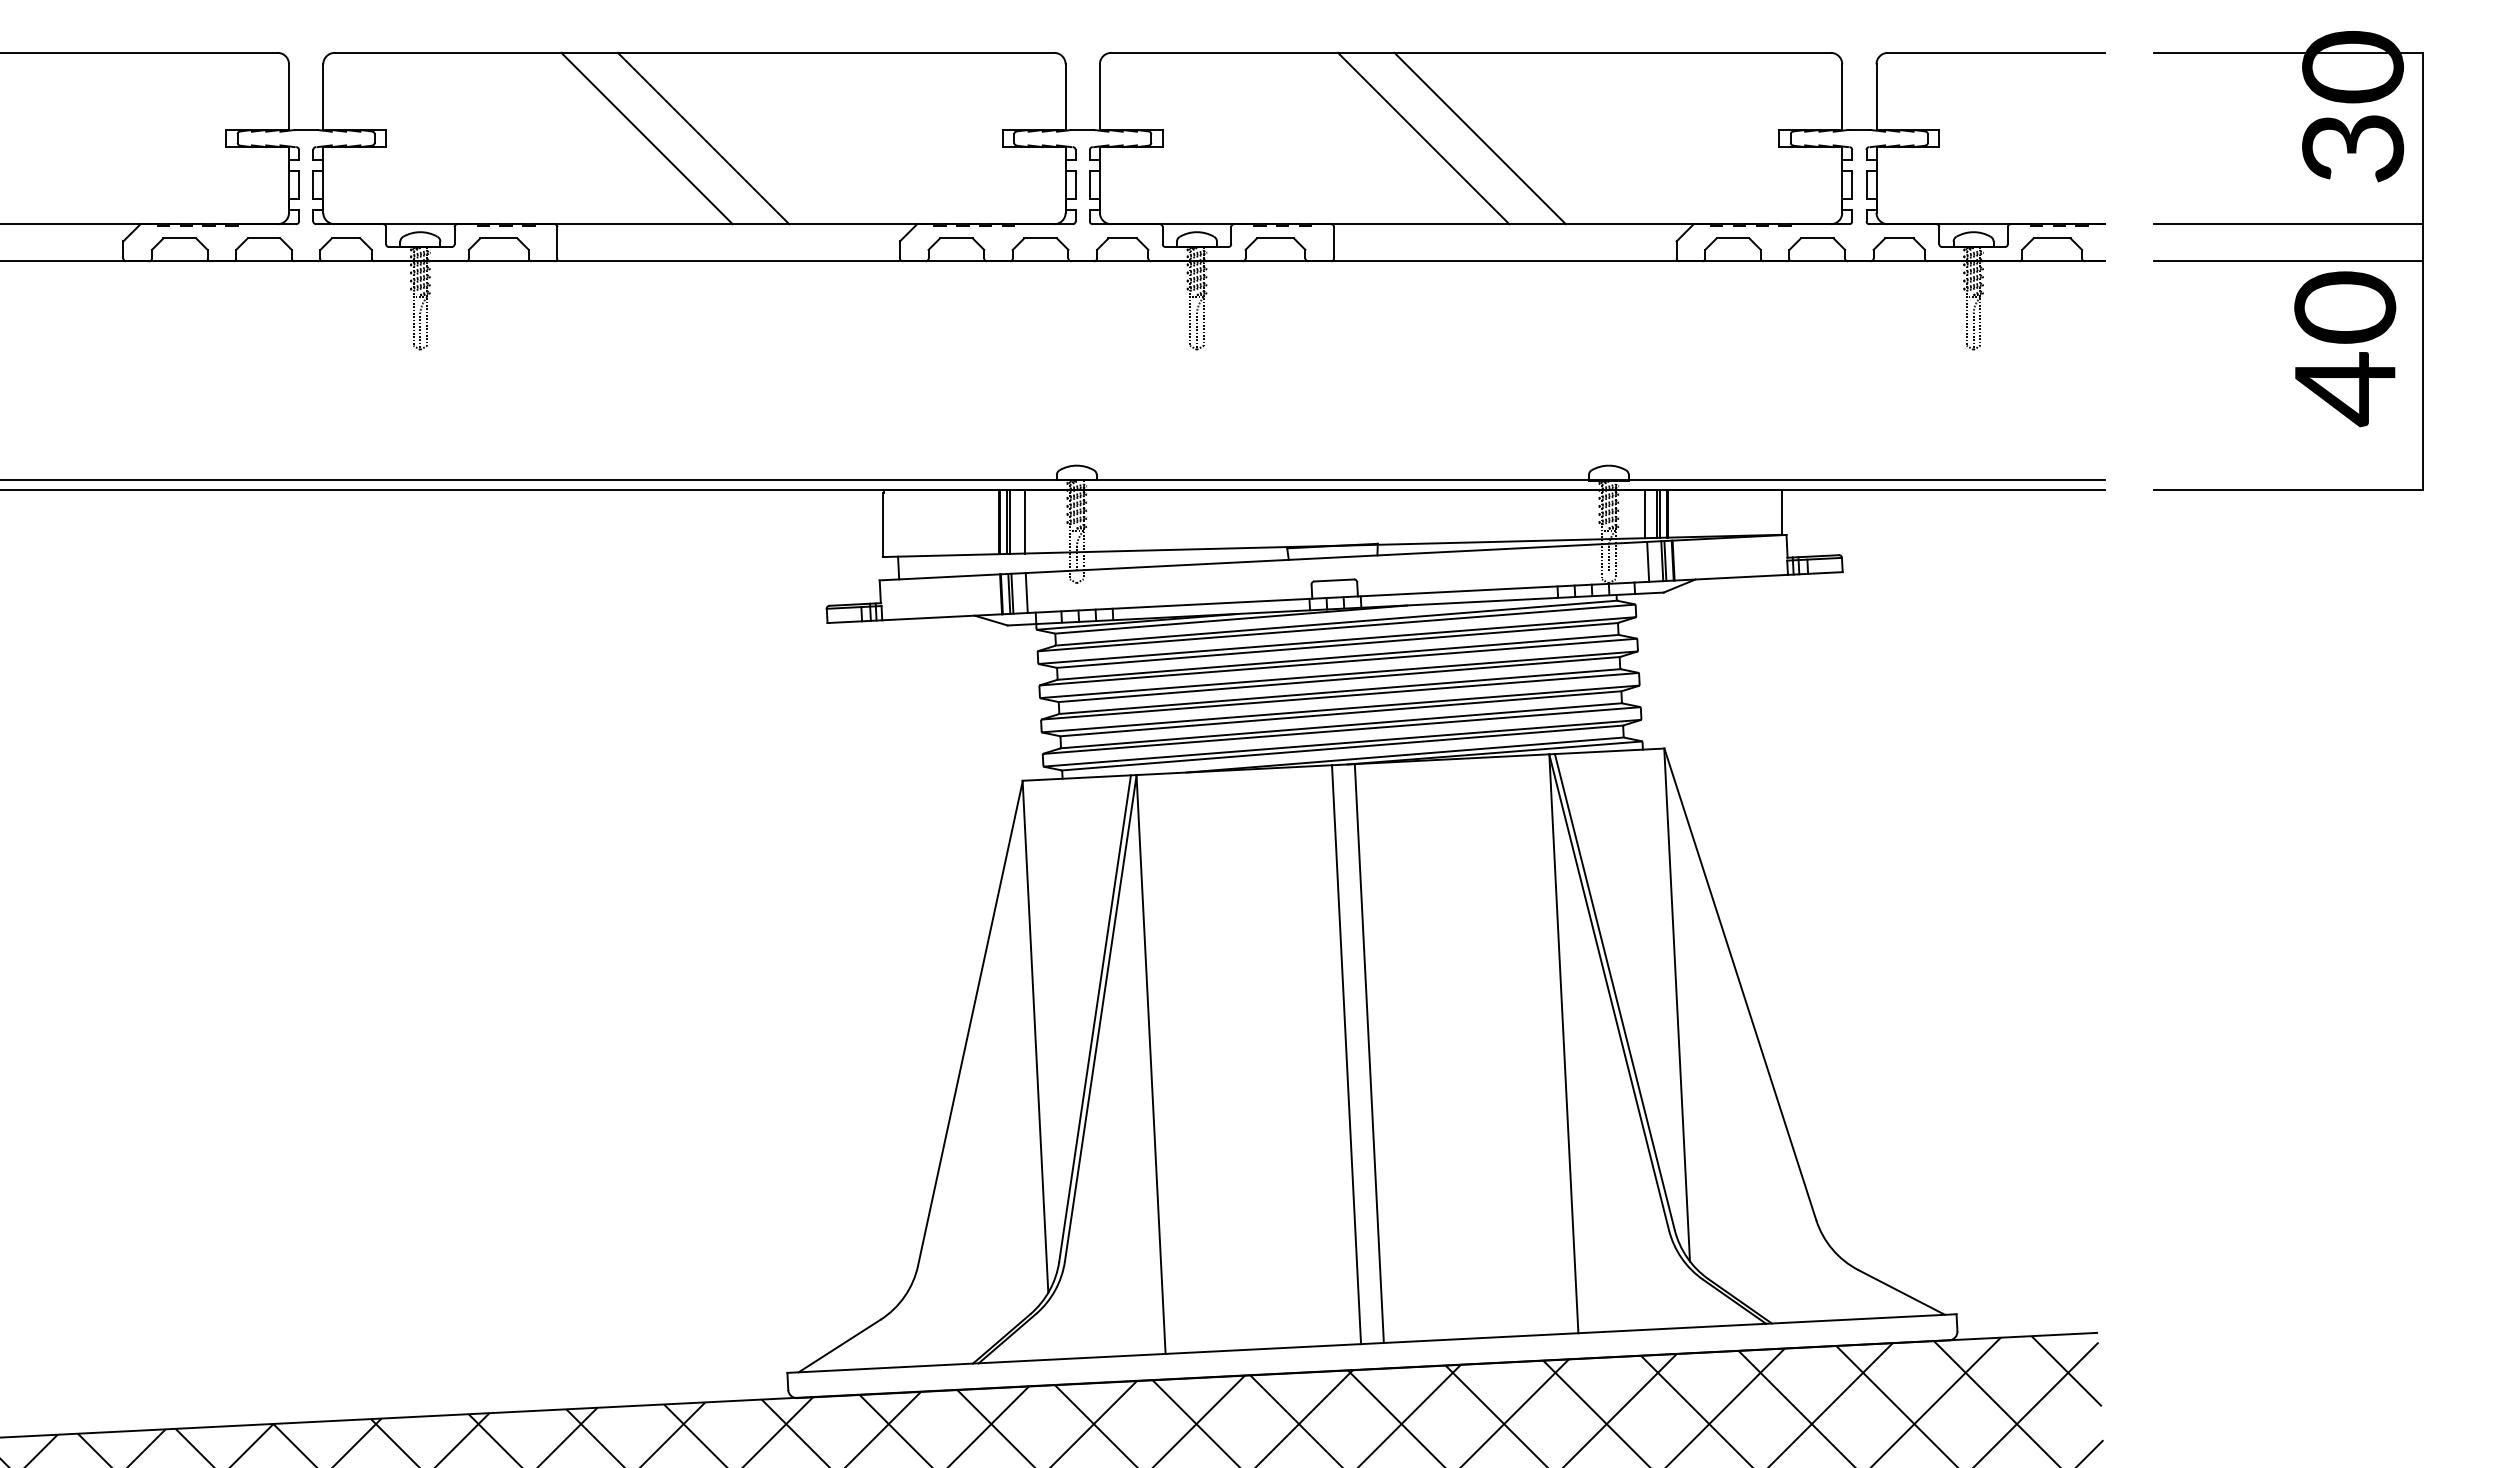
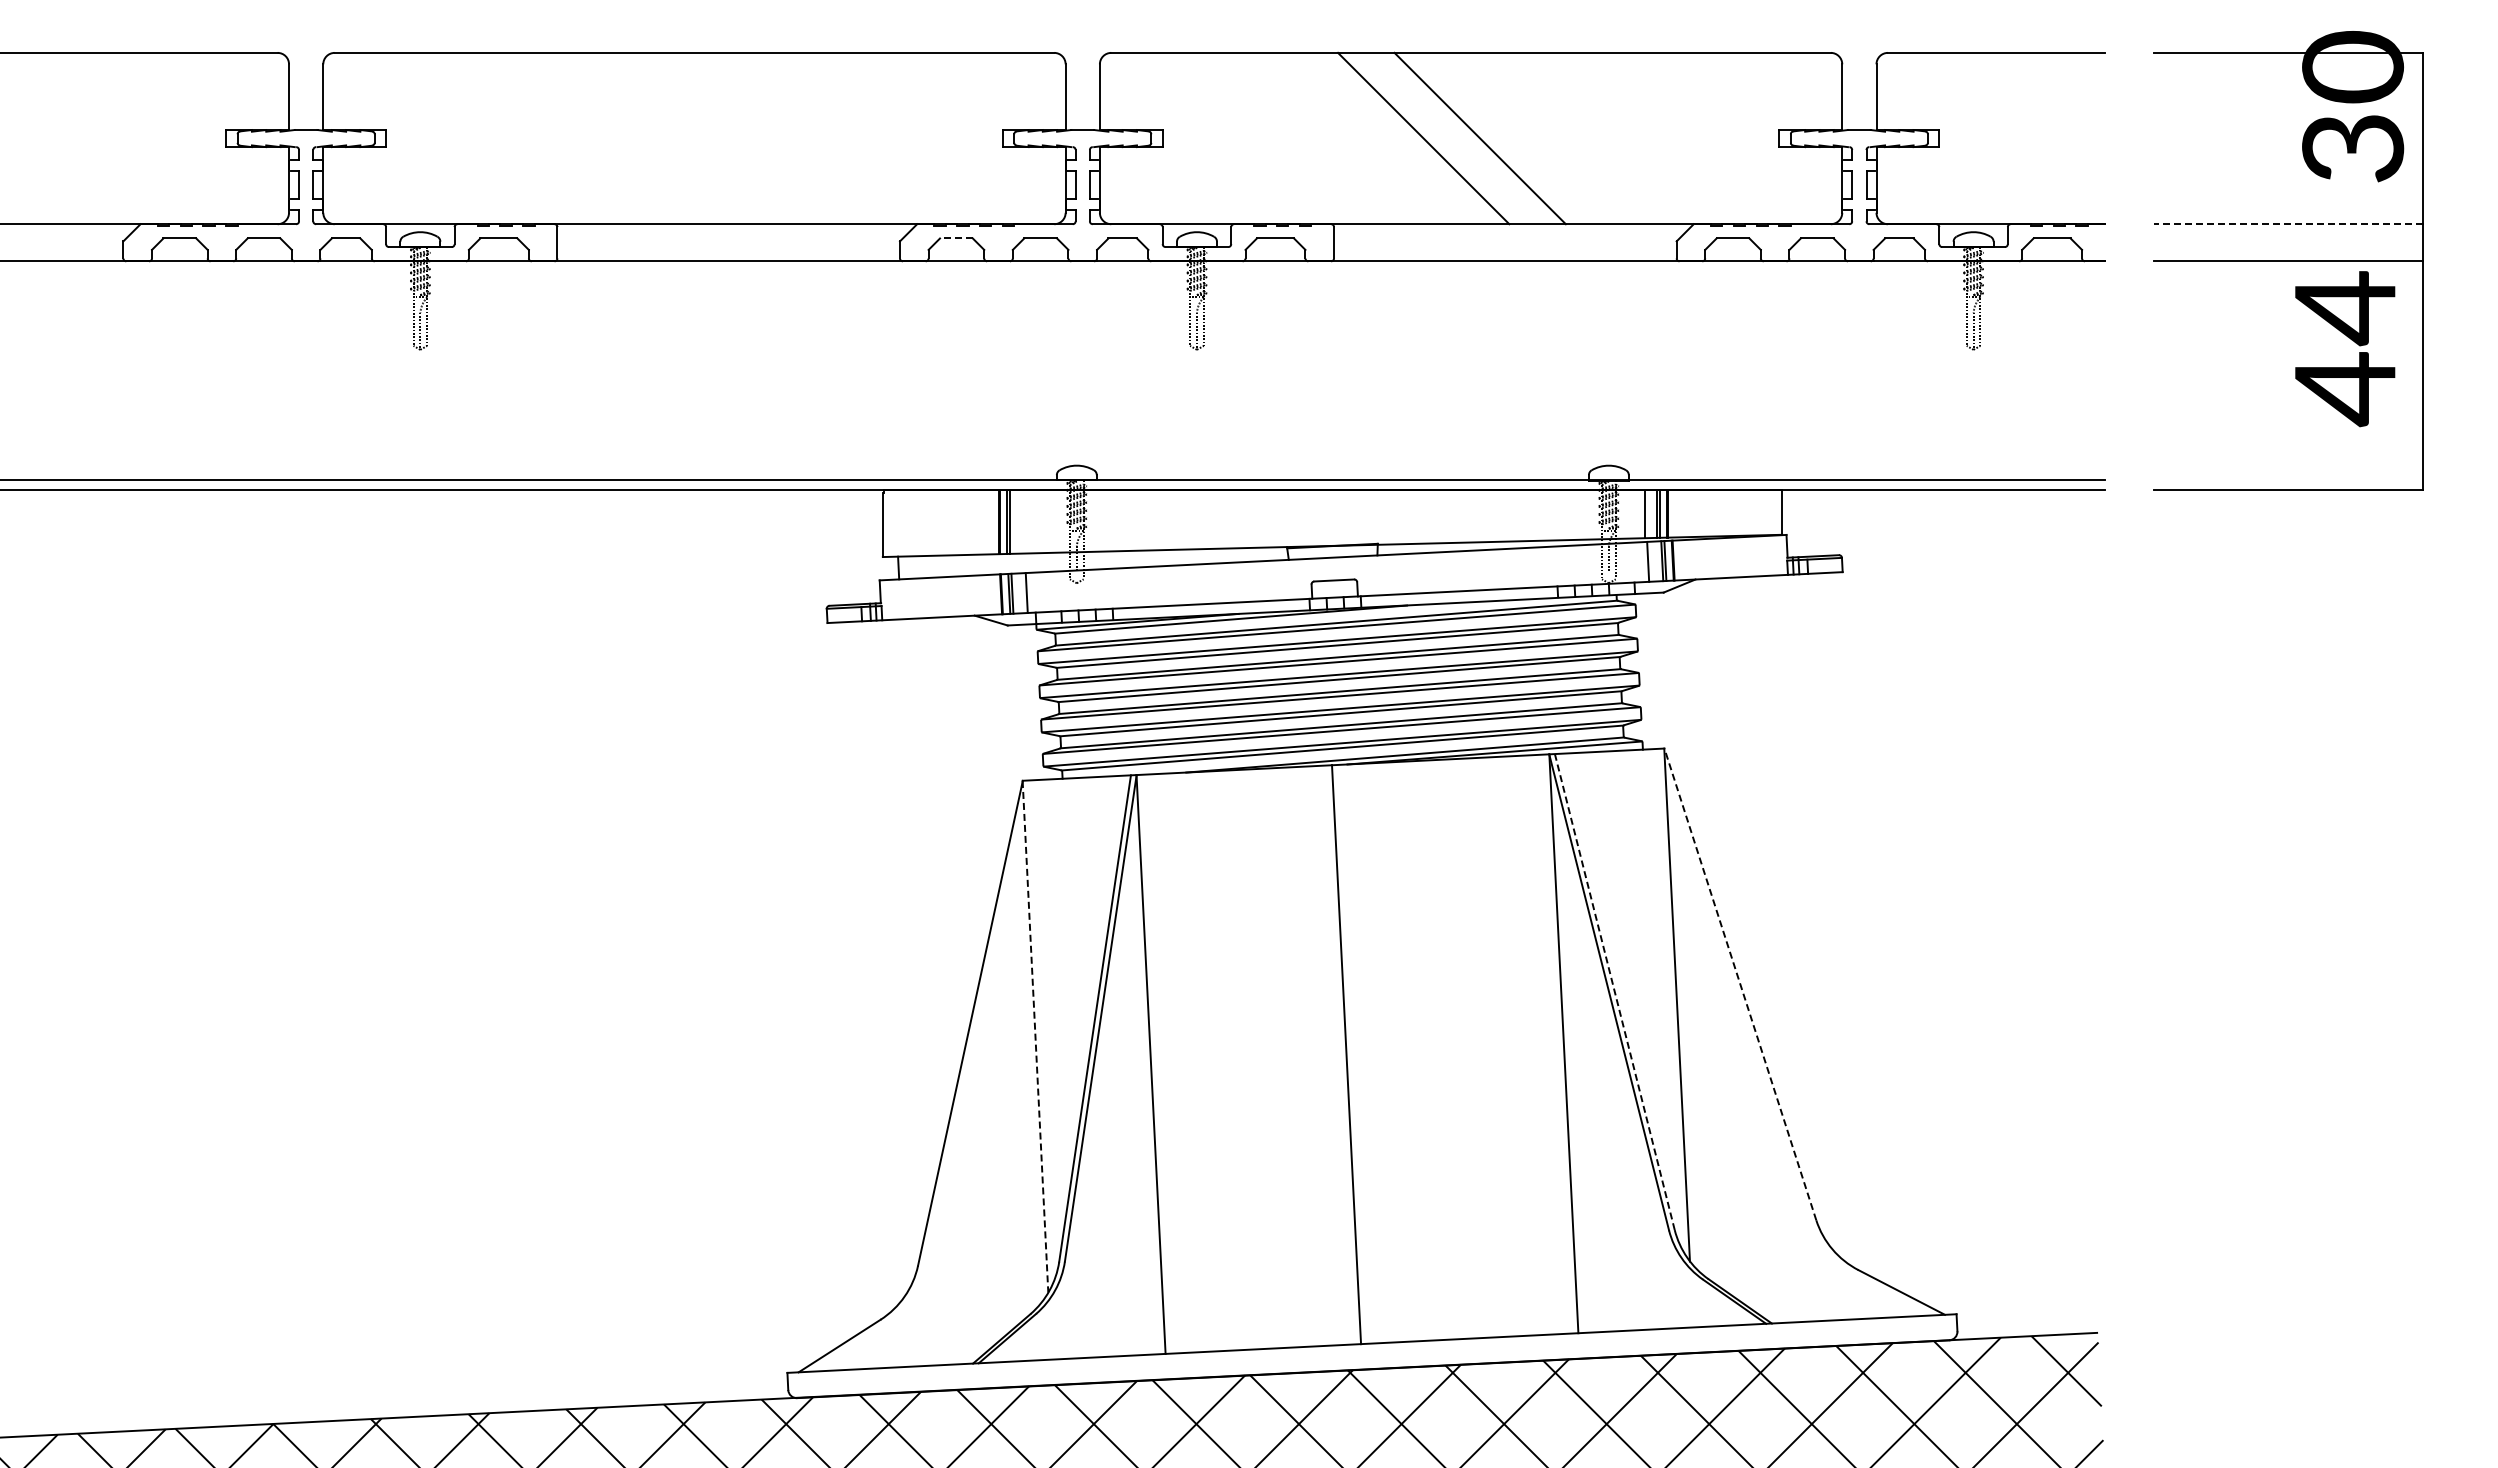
line at (646, 138): present -> none
line at (703, 138): present -> none
line at (2288, 224): solid -> dashed
line at (955, 238): solid -> dashed
text at (2345, 308): 40 -> 44
line at (1024, 521): present -> none
line at (1740, 984): solid -> dashed
line at (1614, 991): solid -> dashed
line at (1035, 1037): solid -> dashed
line at (1368, 1053): present -> none
